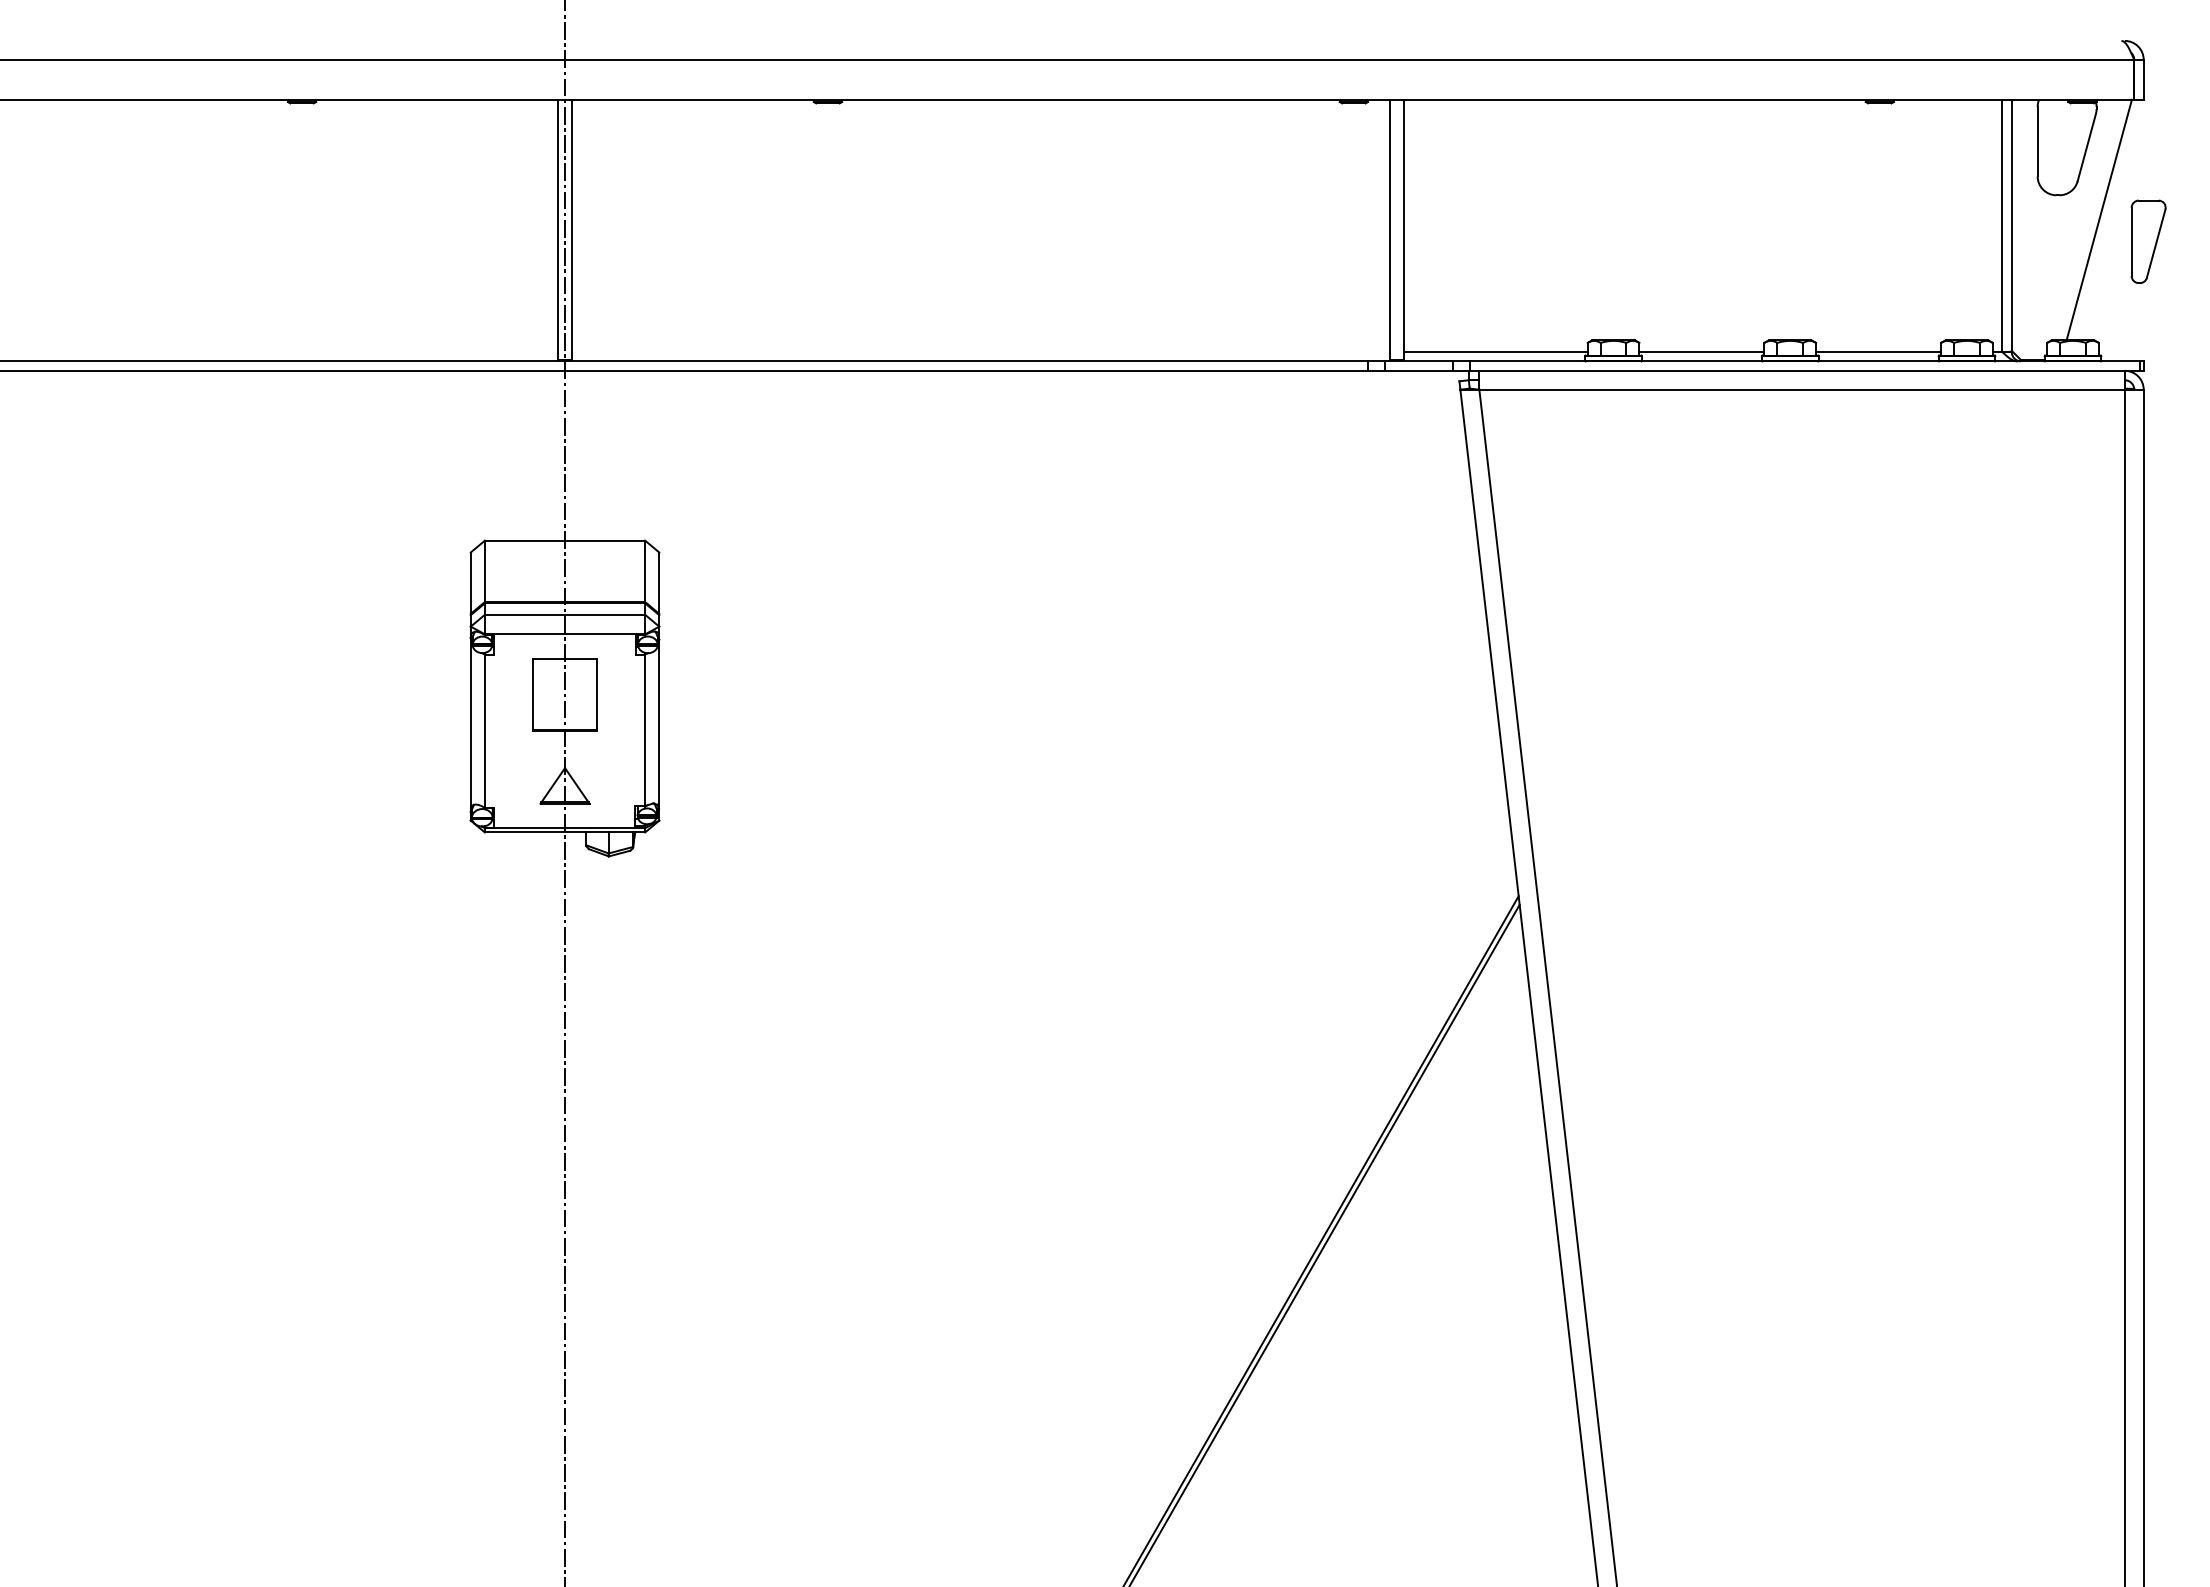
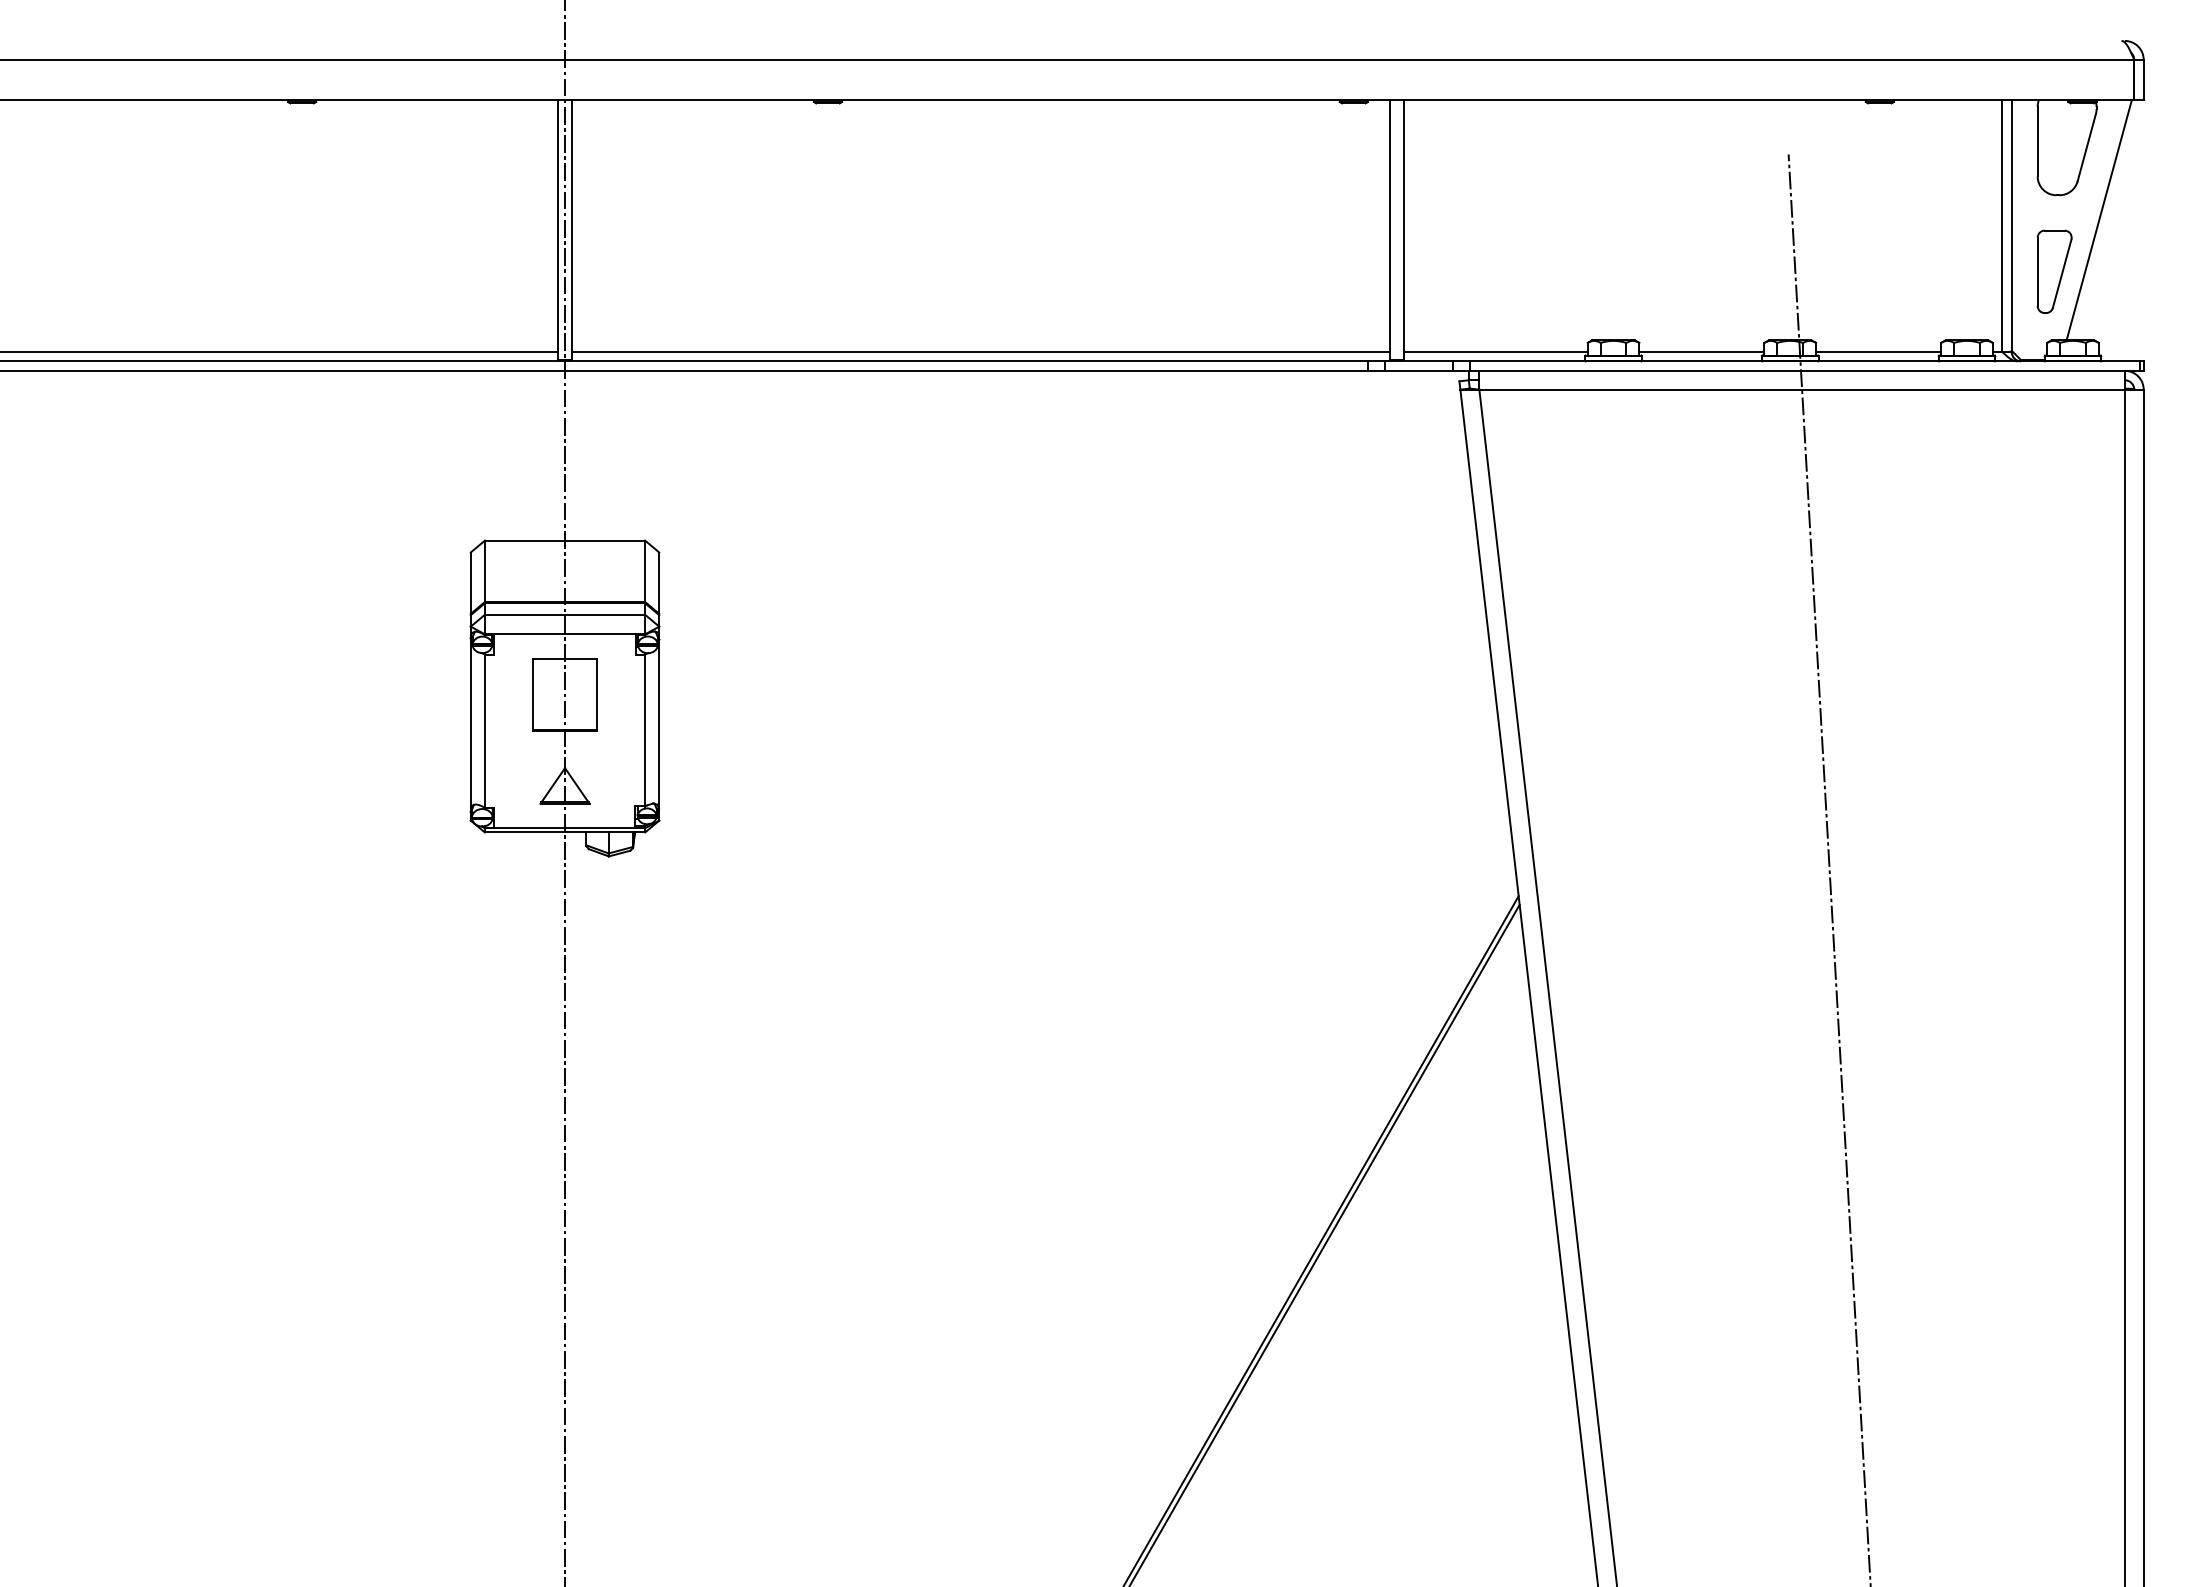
part at (2148, 241) position: (2148, 241) -> (2054, 271)
line at (279, 351): none -> present
line at (980, 351): none -> present
line at (1829, 868): none -> present
